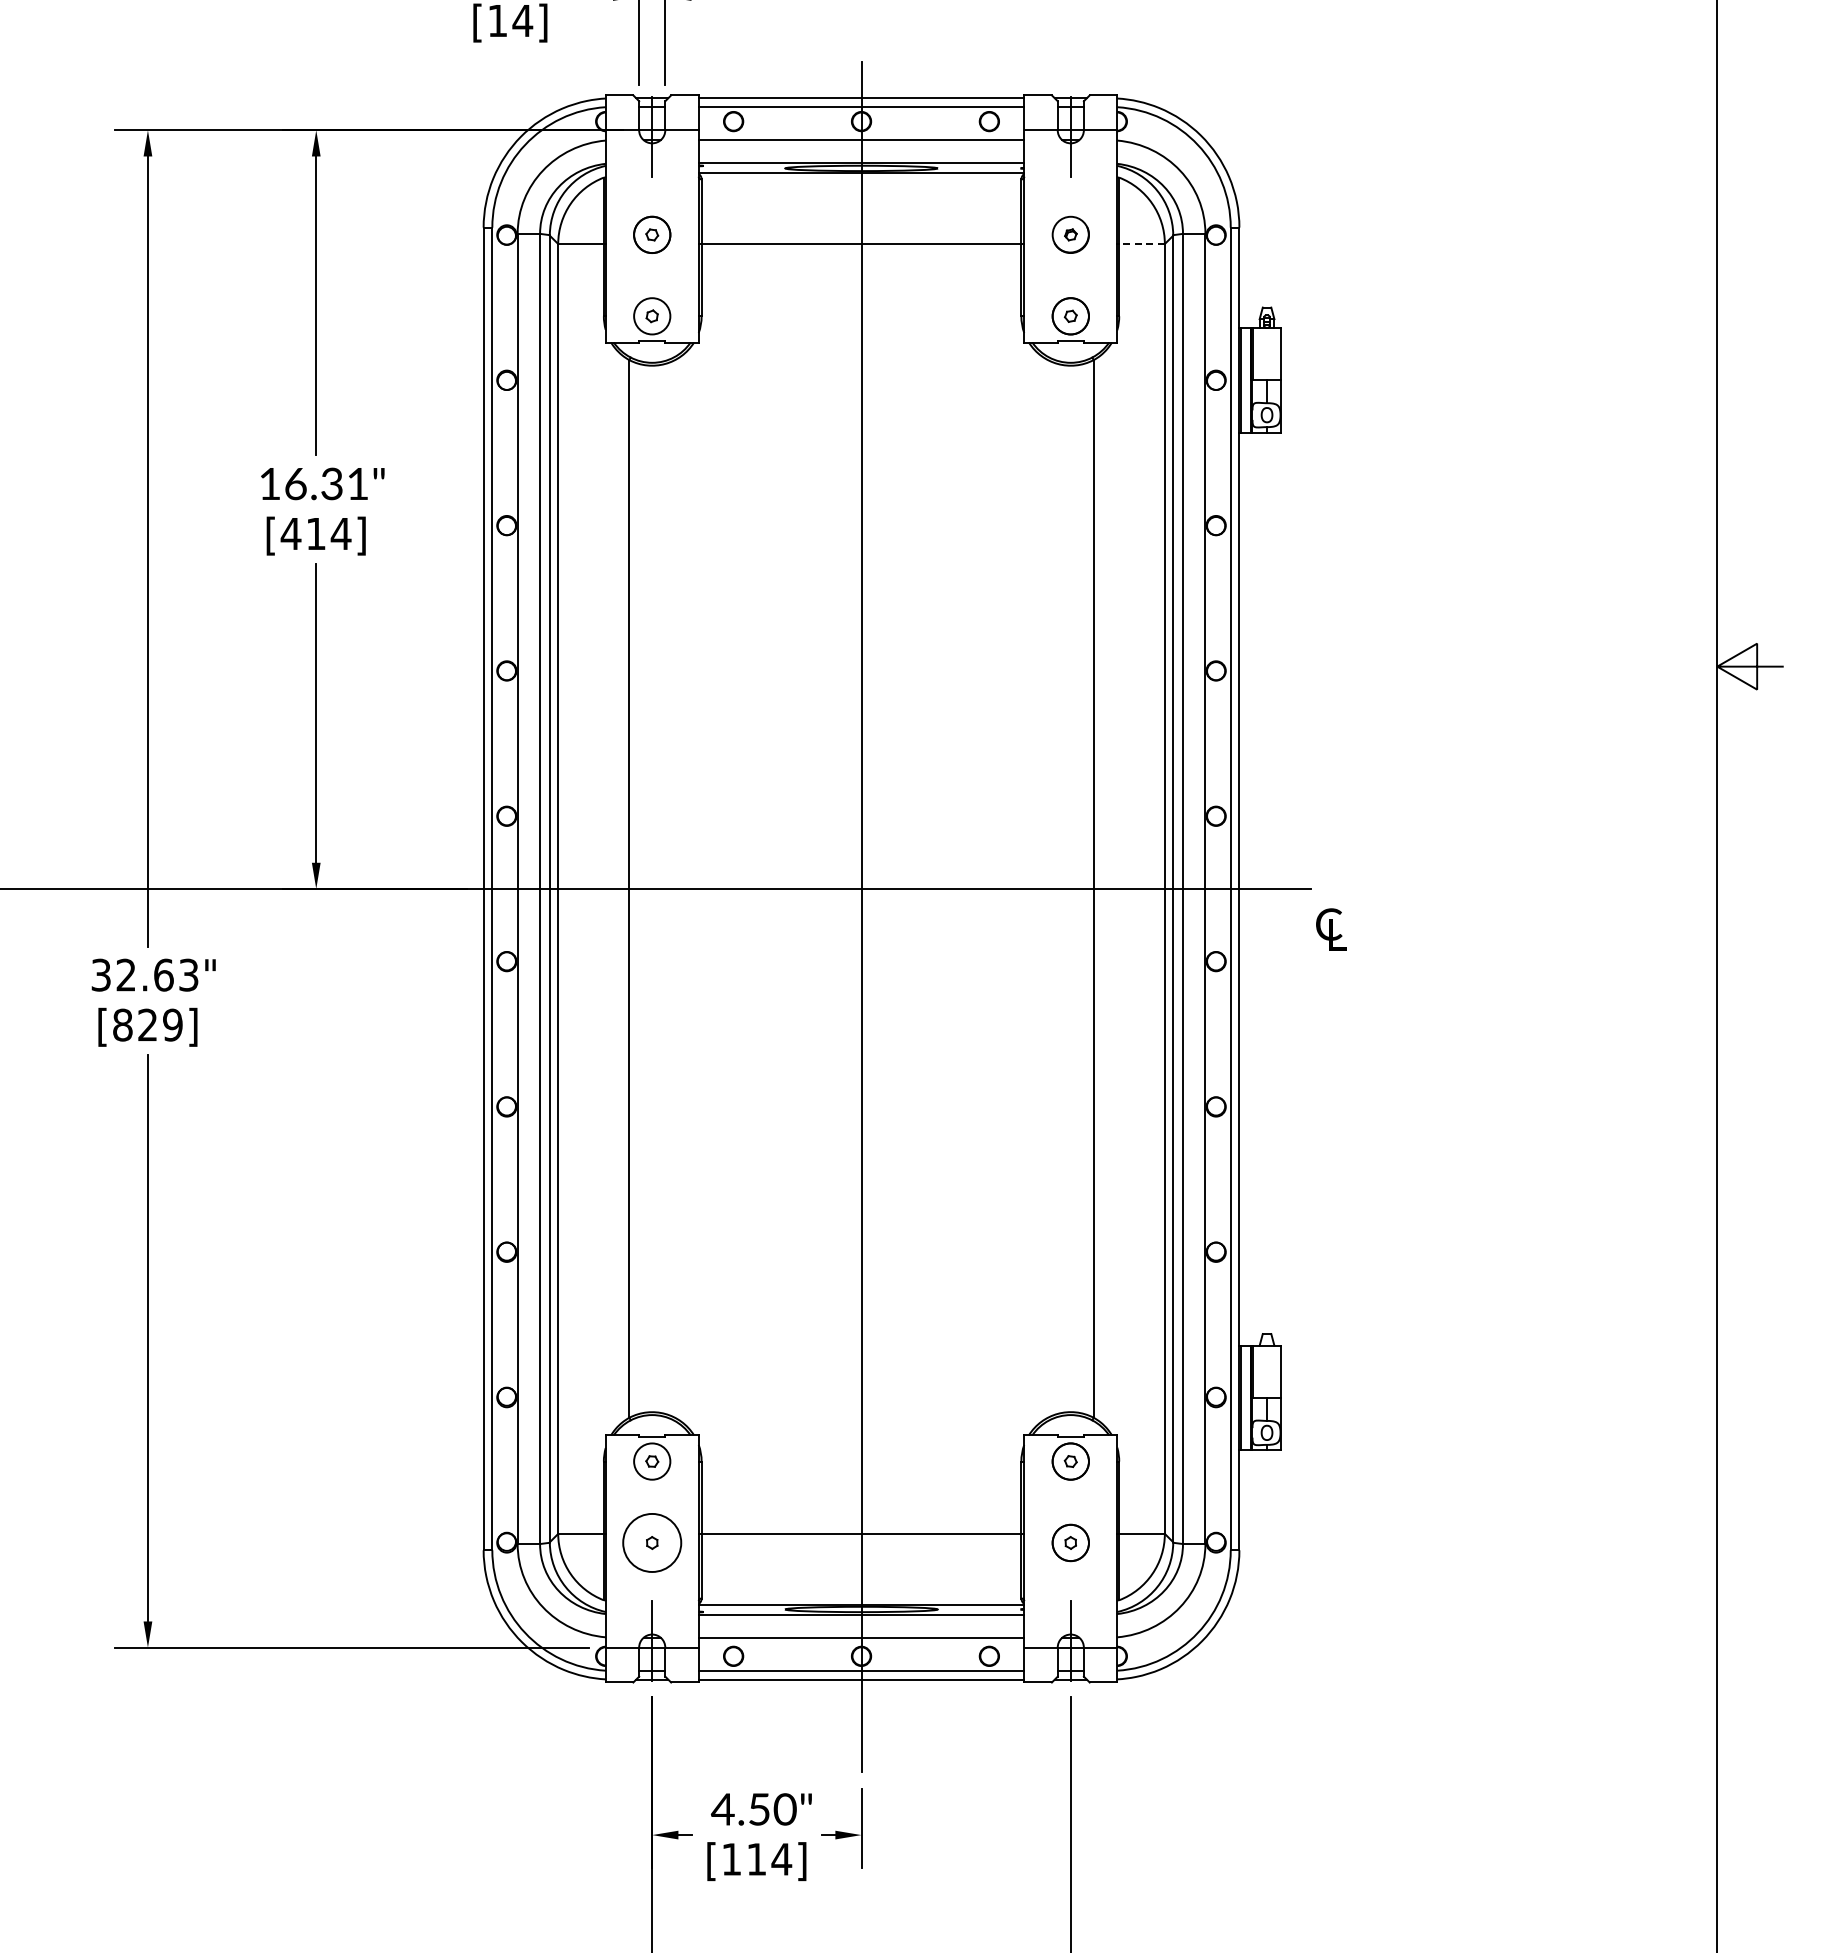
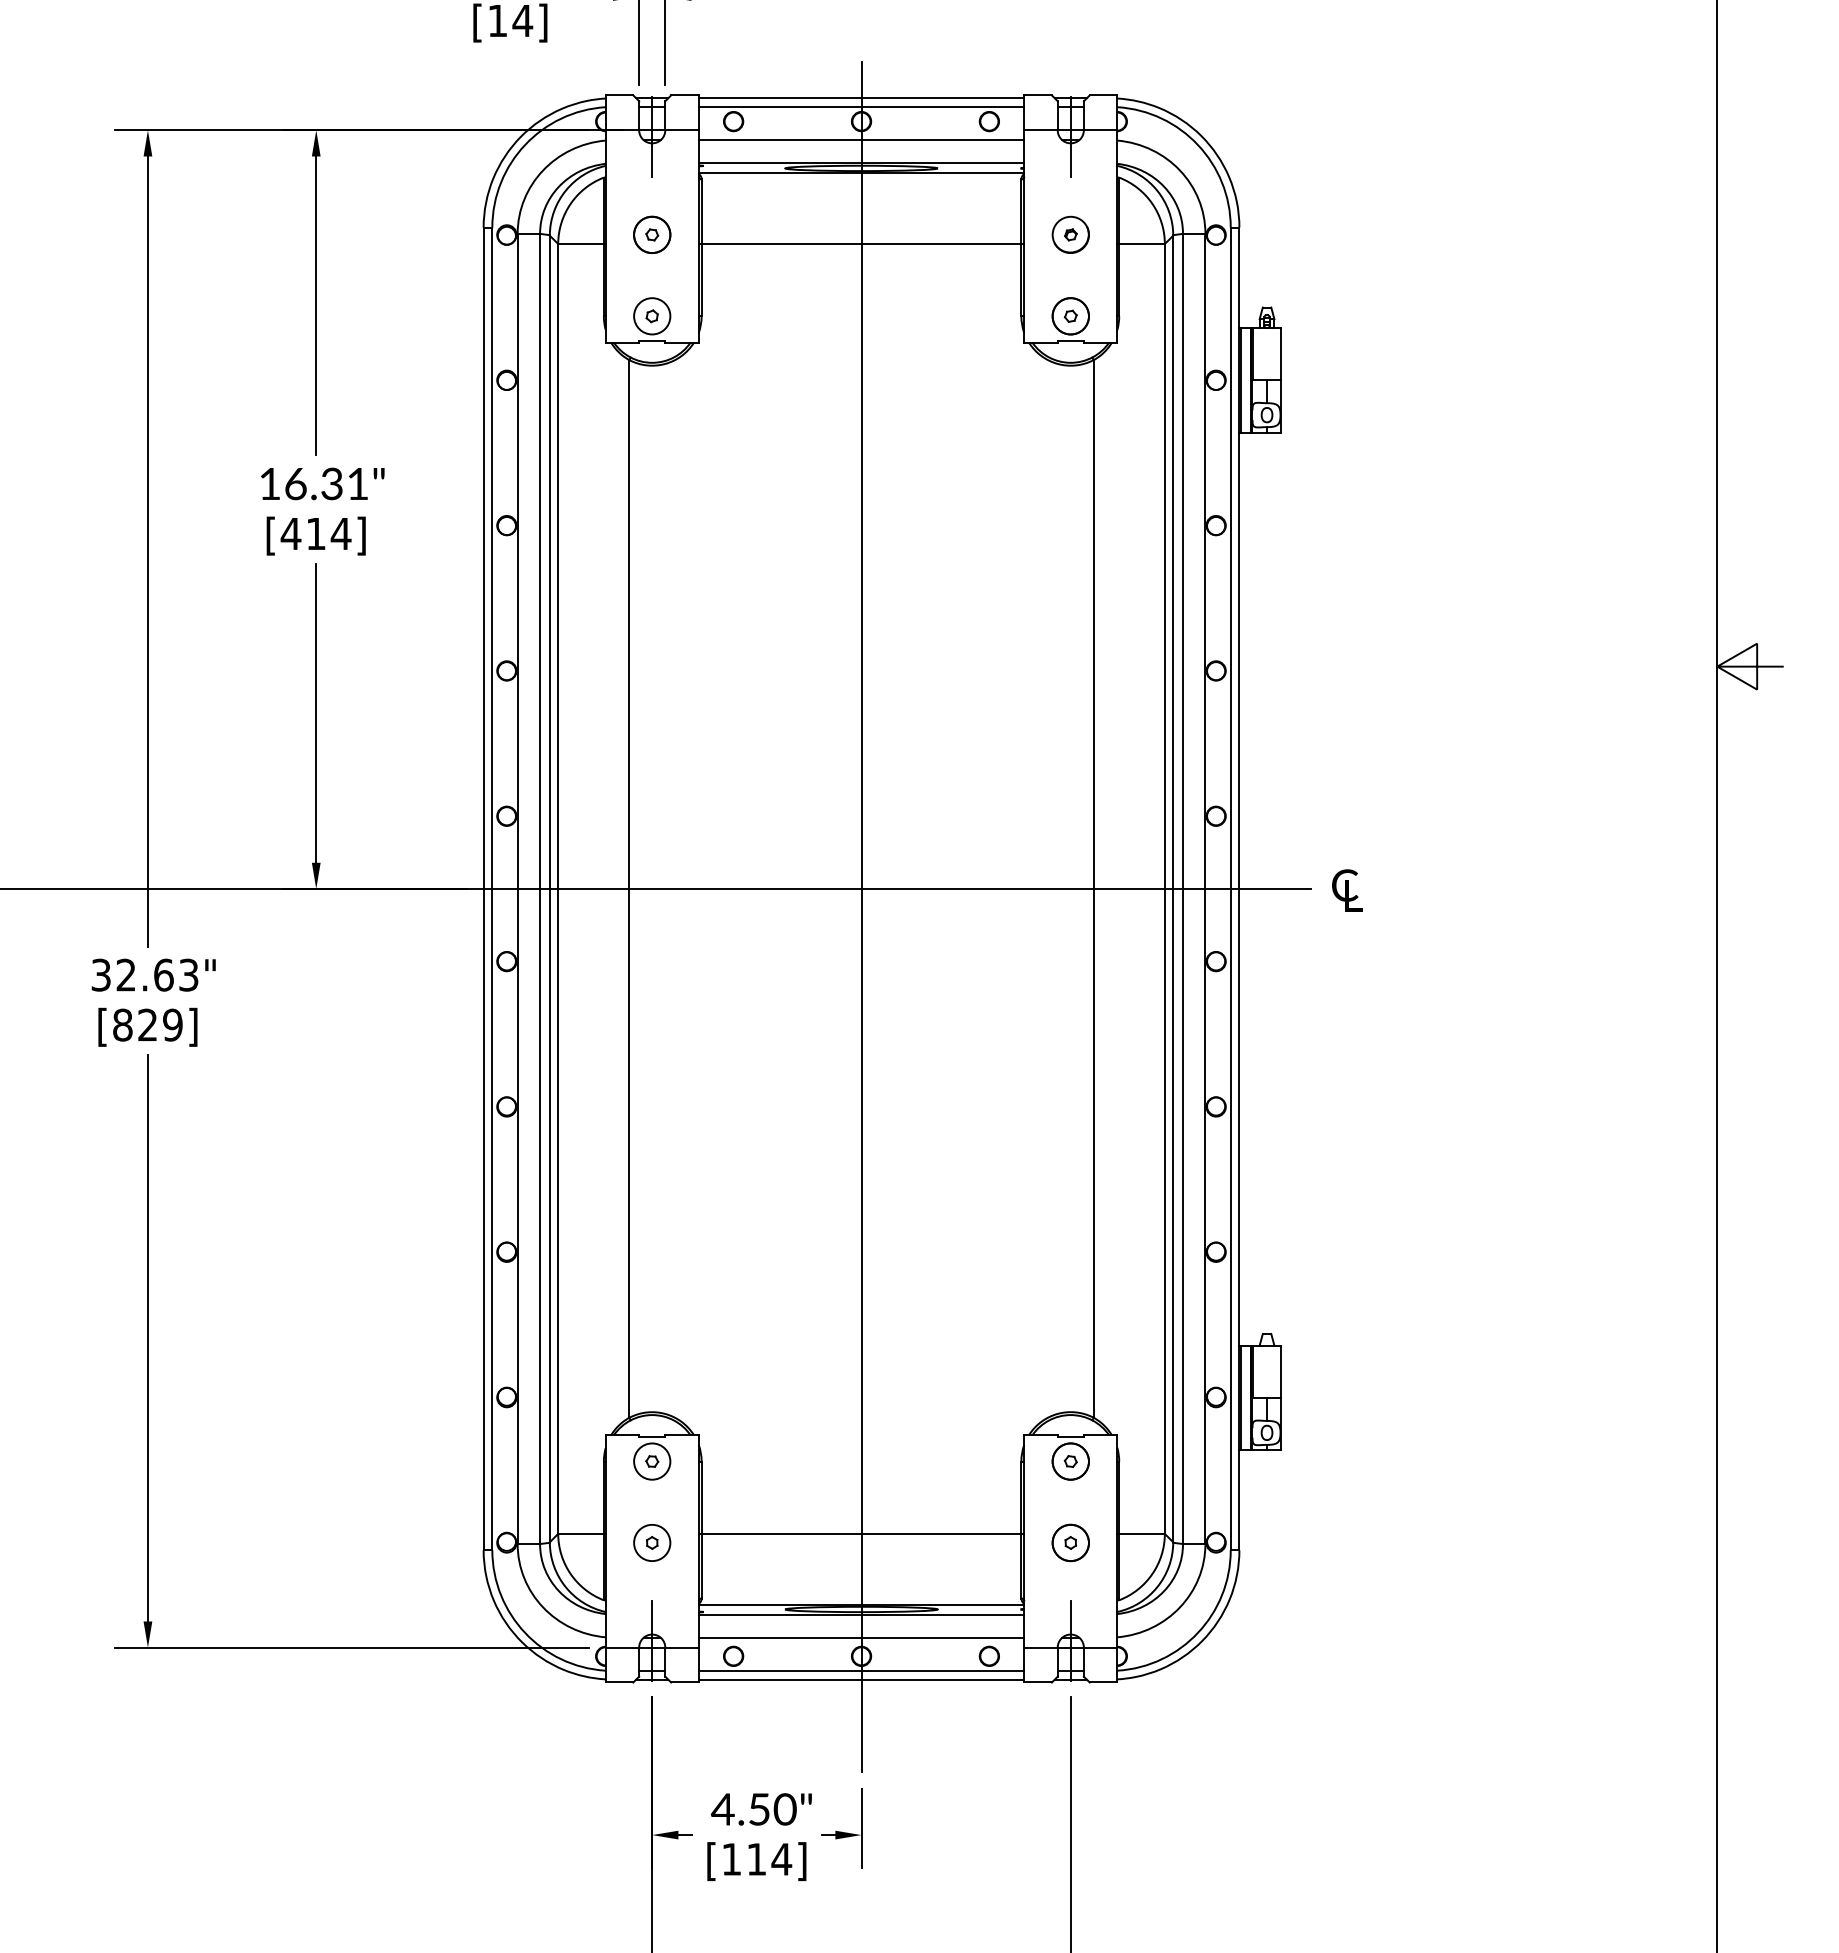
line at (1142, 244): dashed -> solid
text at (1331, 929) position: (1331, 929) -> (1347, 890)
circle at (652, 1542) diameter: 58 px -> 36 px
